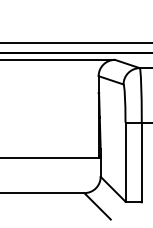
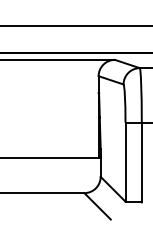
line at (75, 43) position: (75, 43) -> (75, 26)
